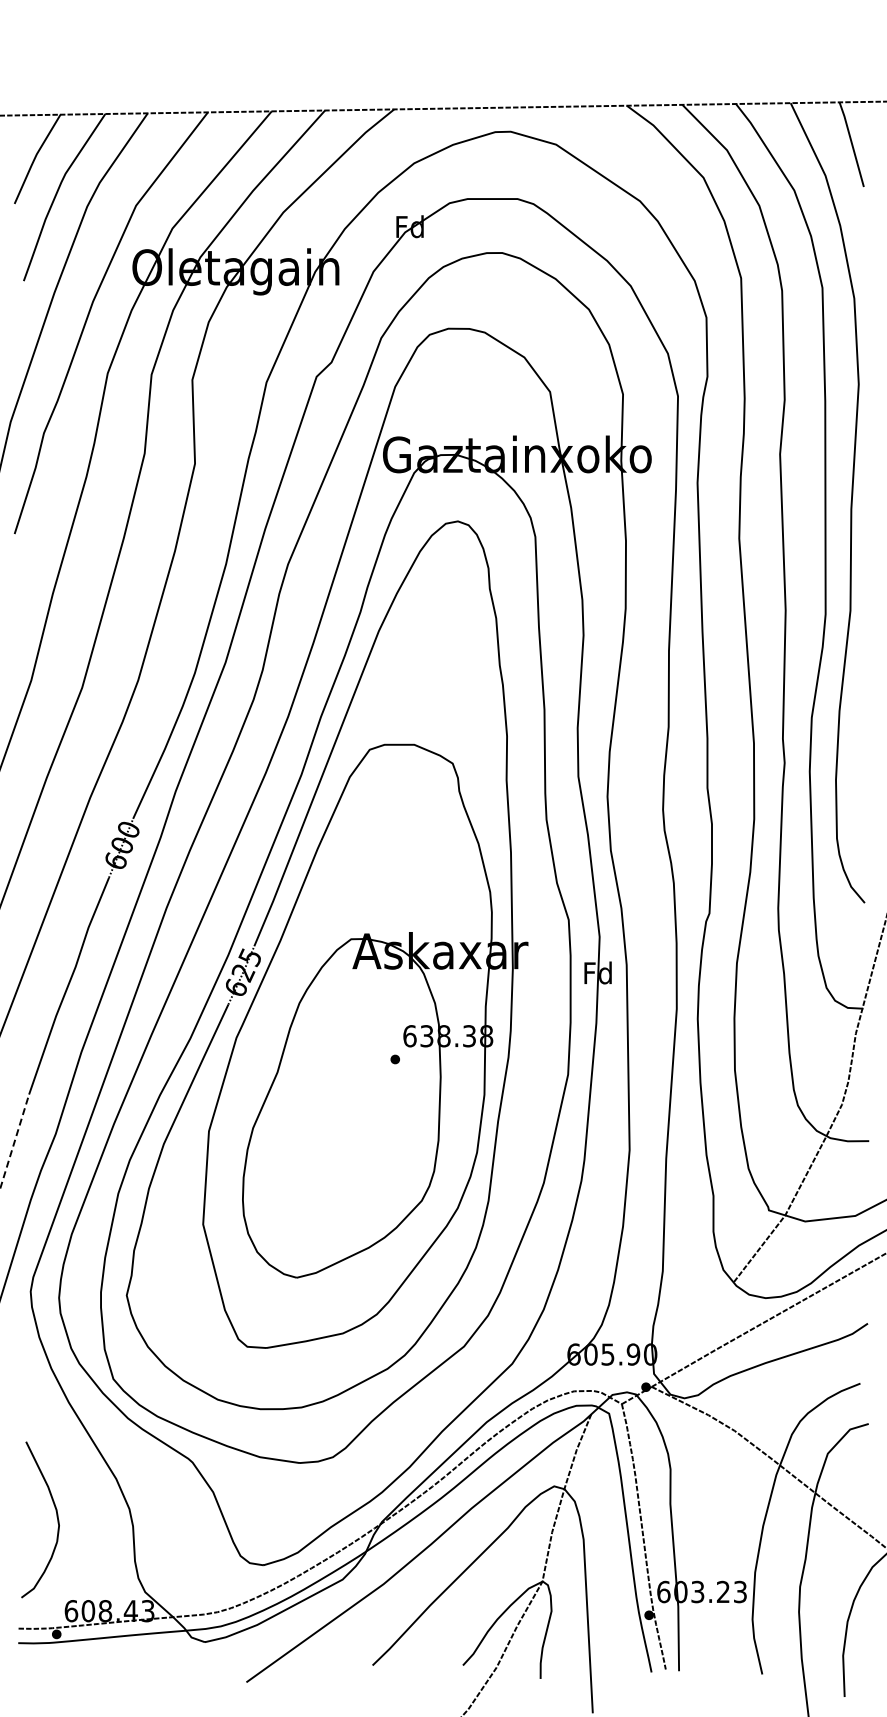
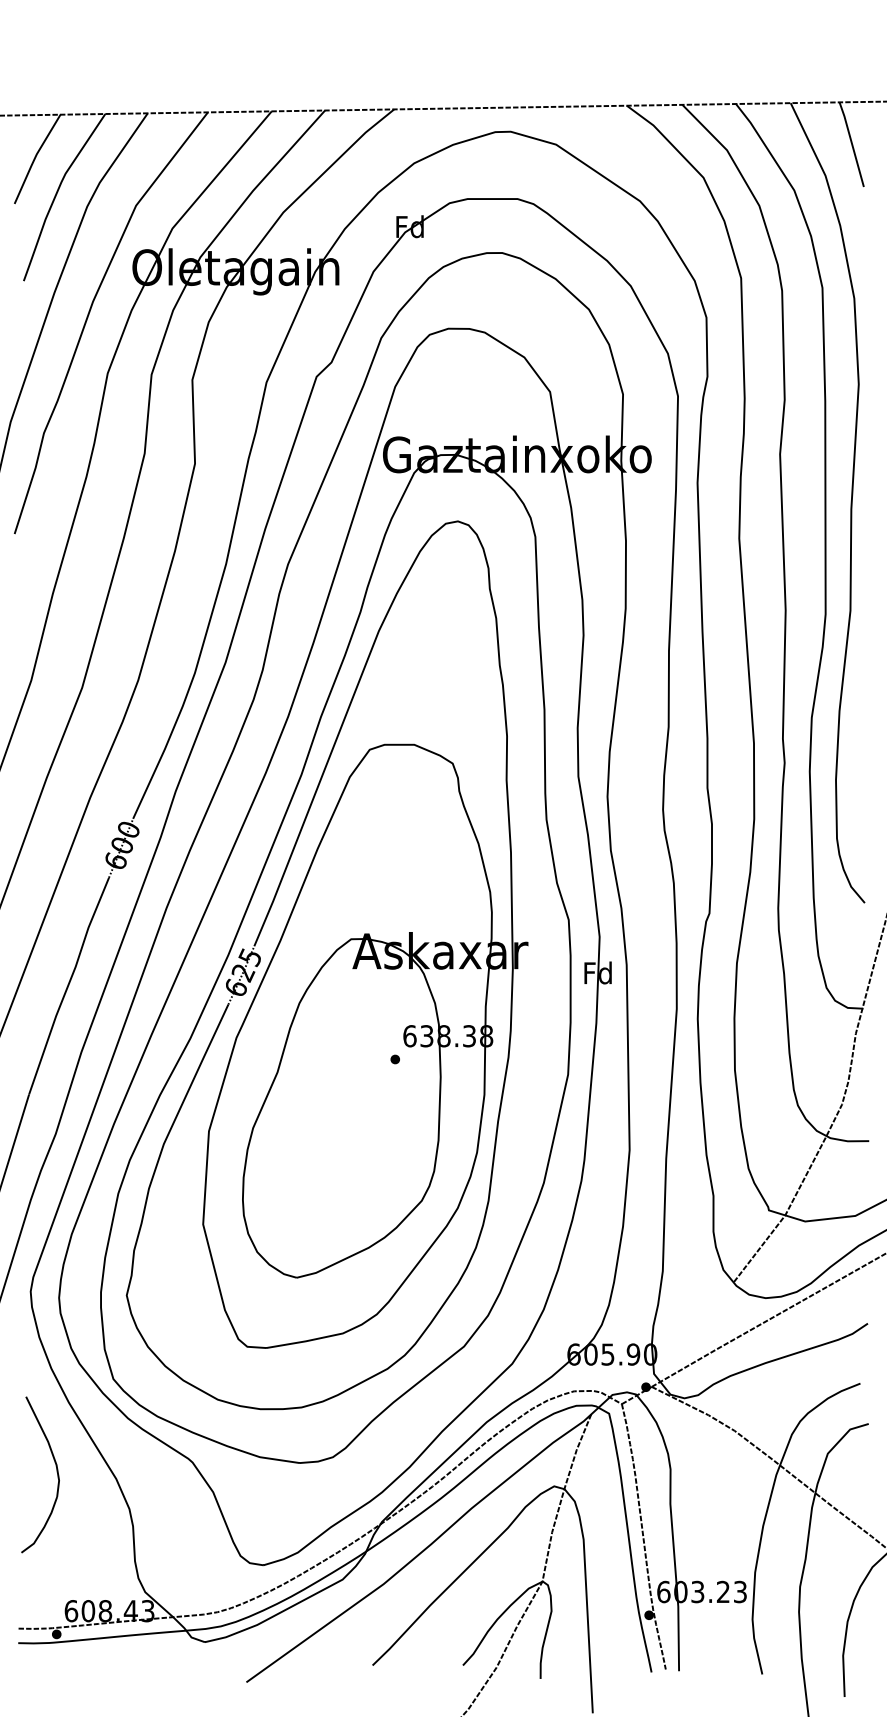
line at (14, 1141): dashed -> solid
part at (56, 1517) position: (56, 1517) -> (56, 1472)
